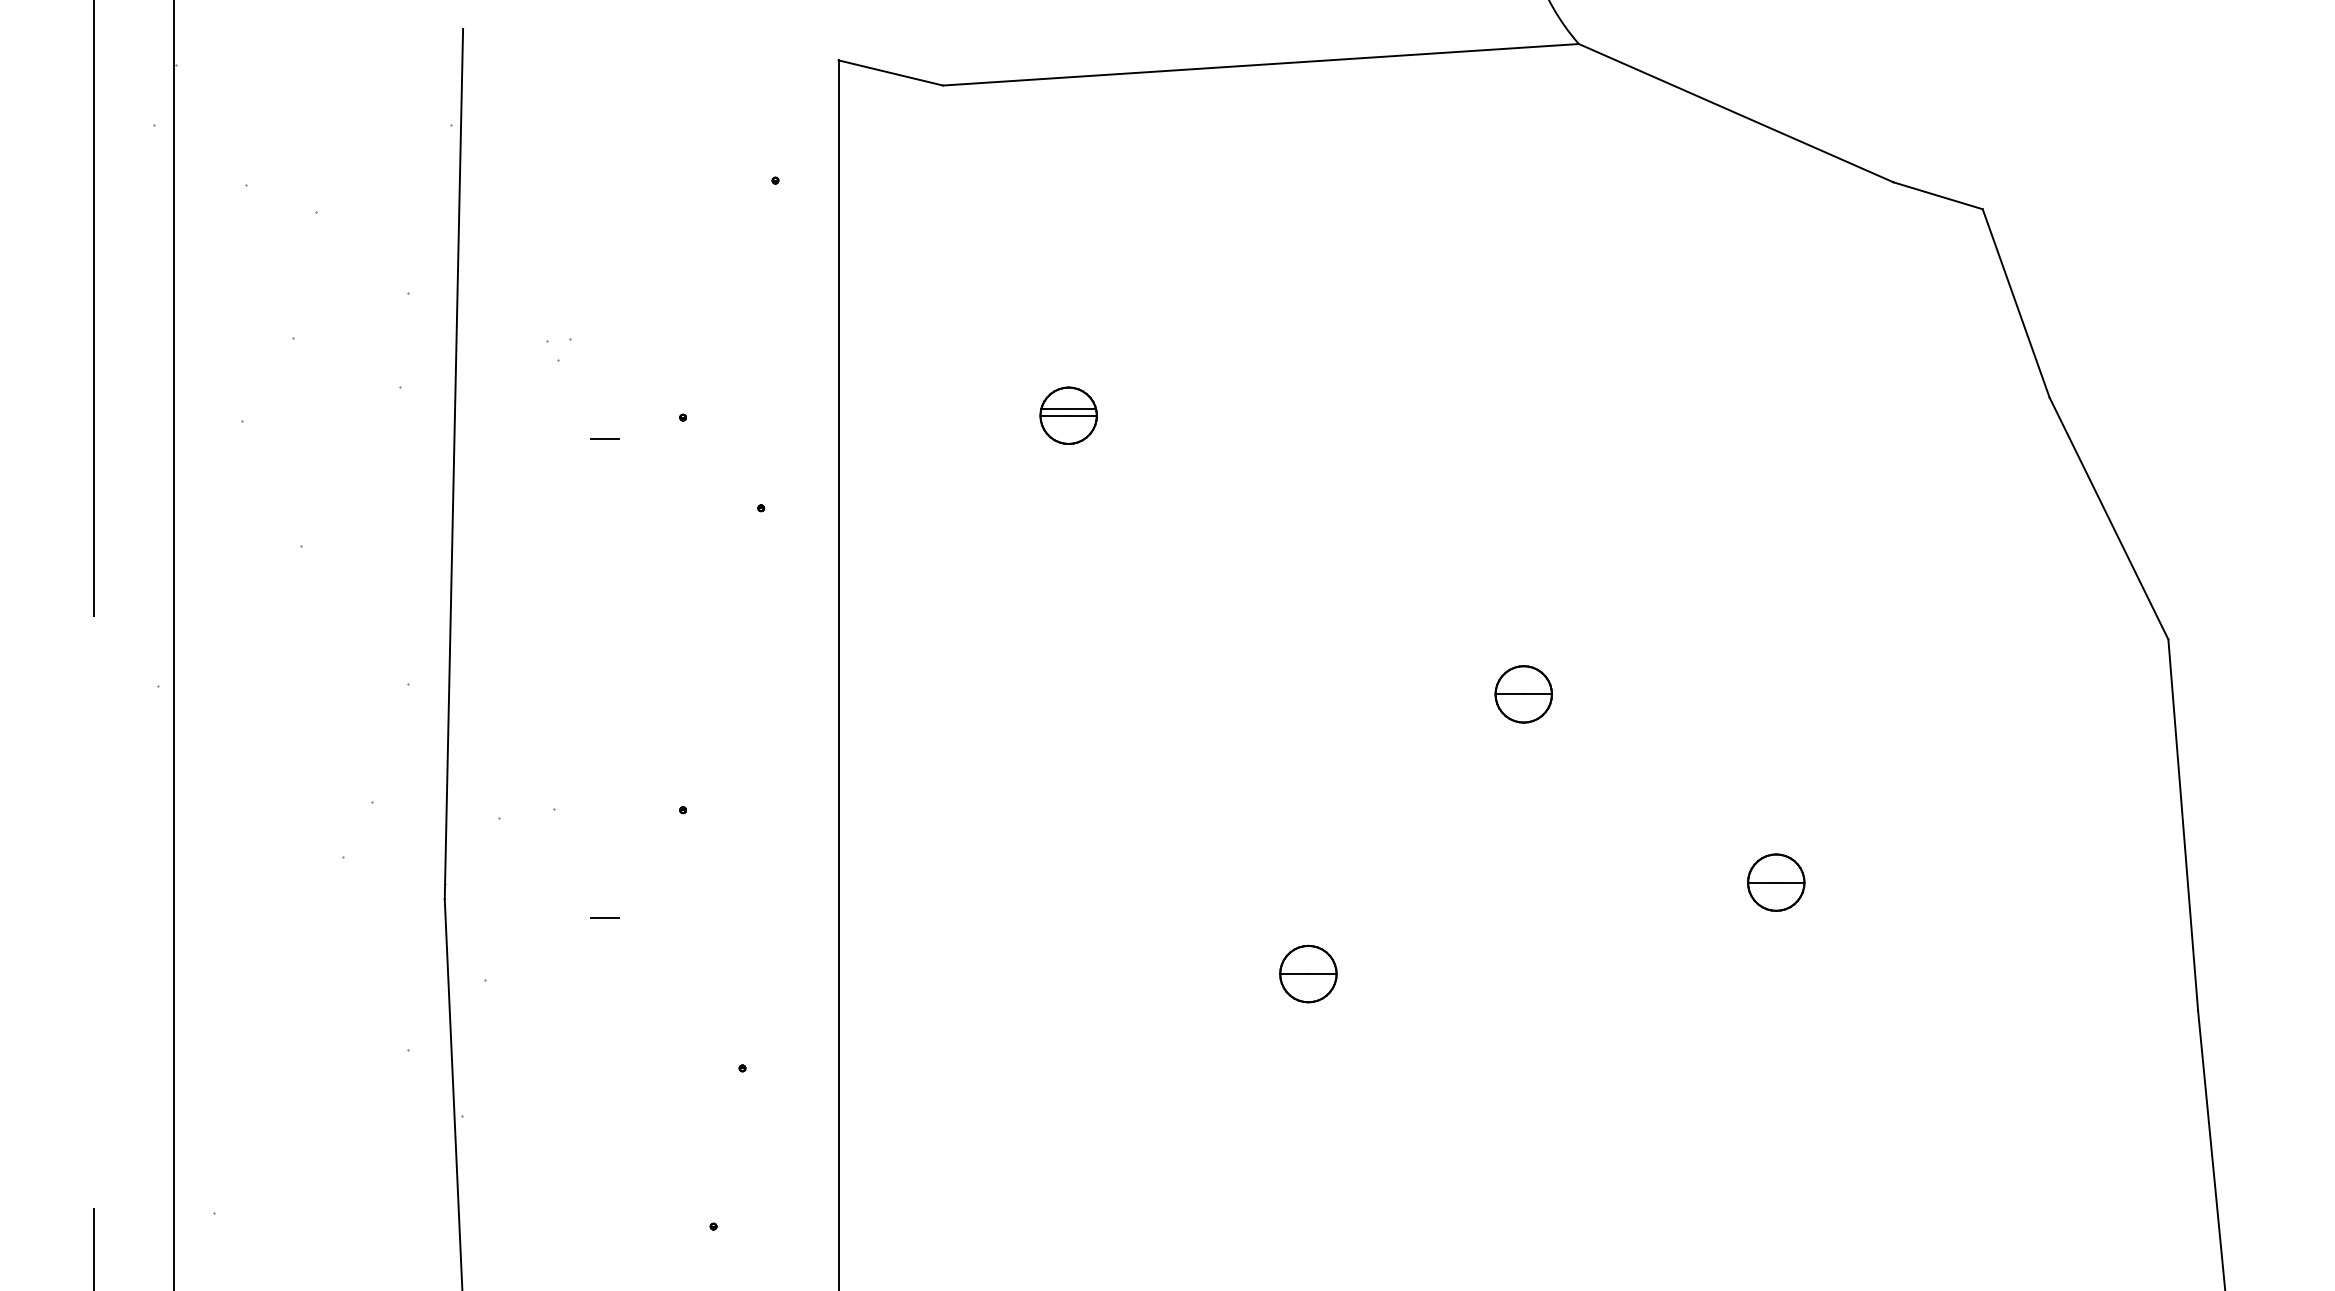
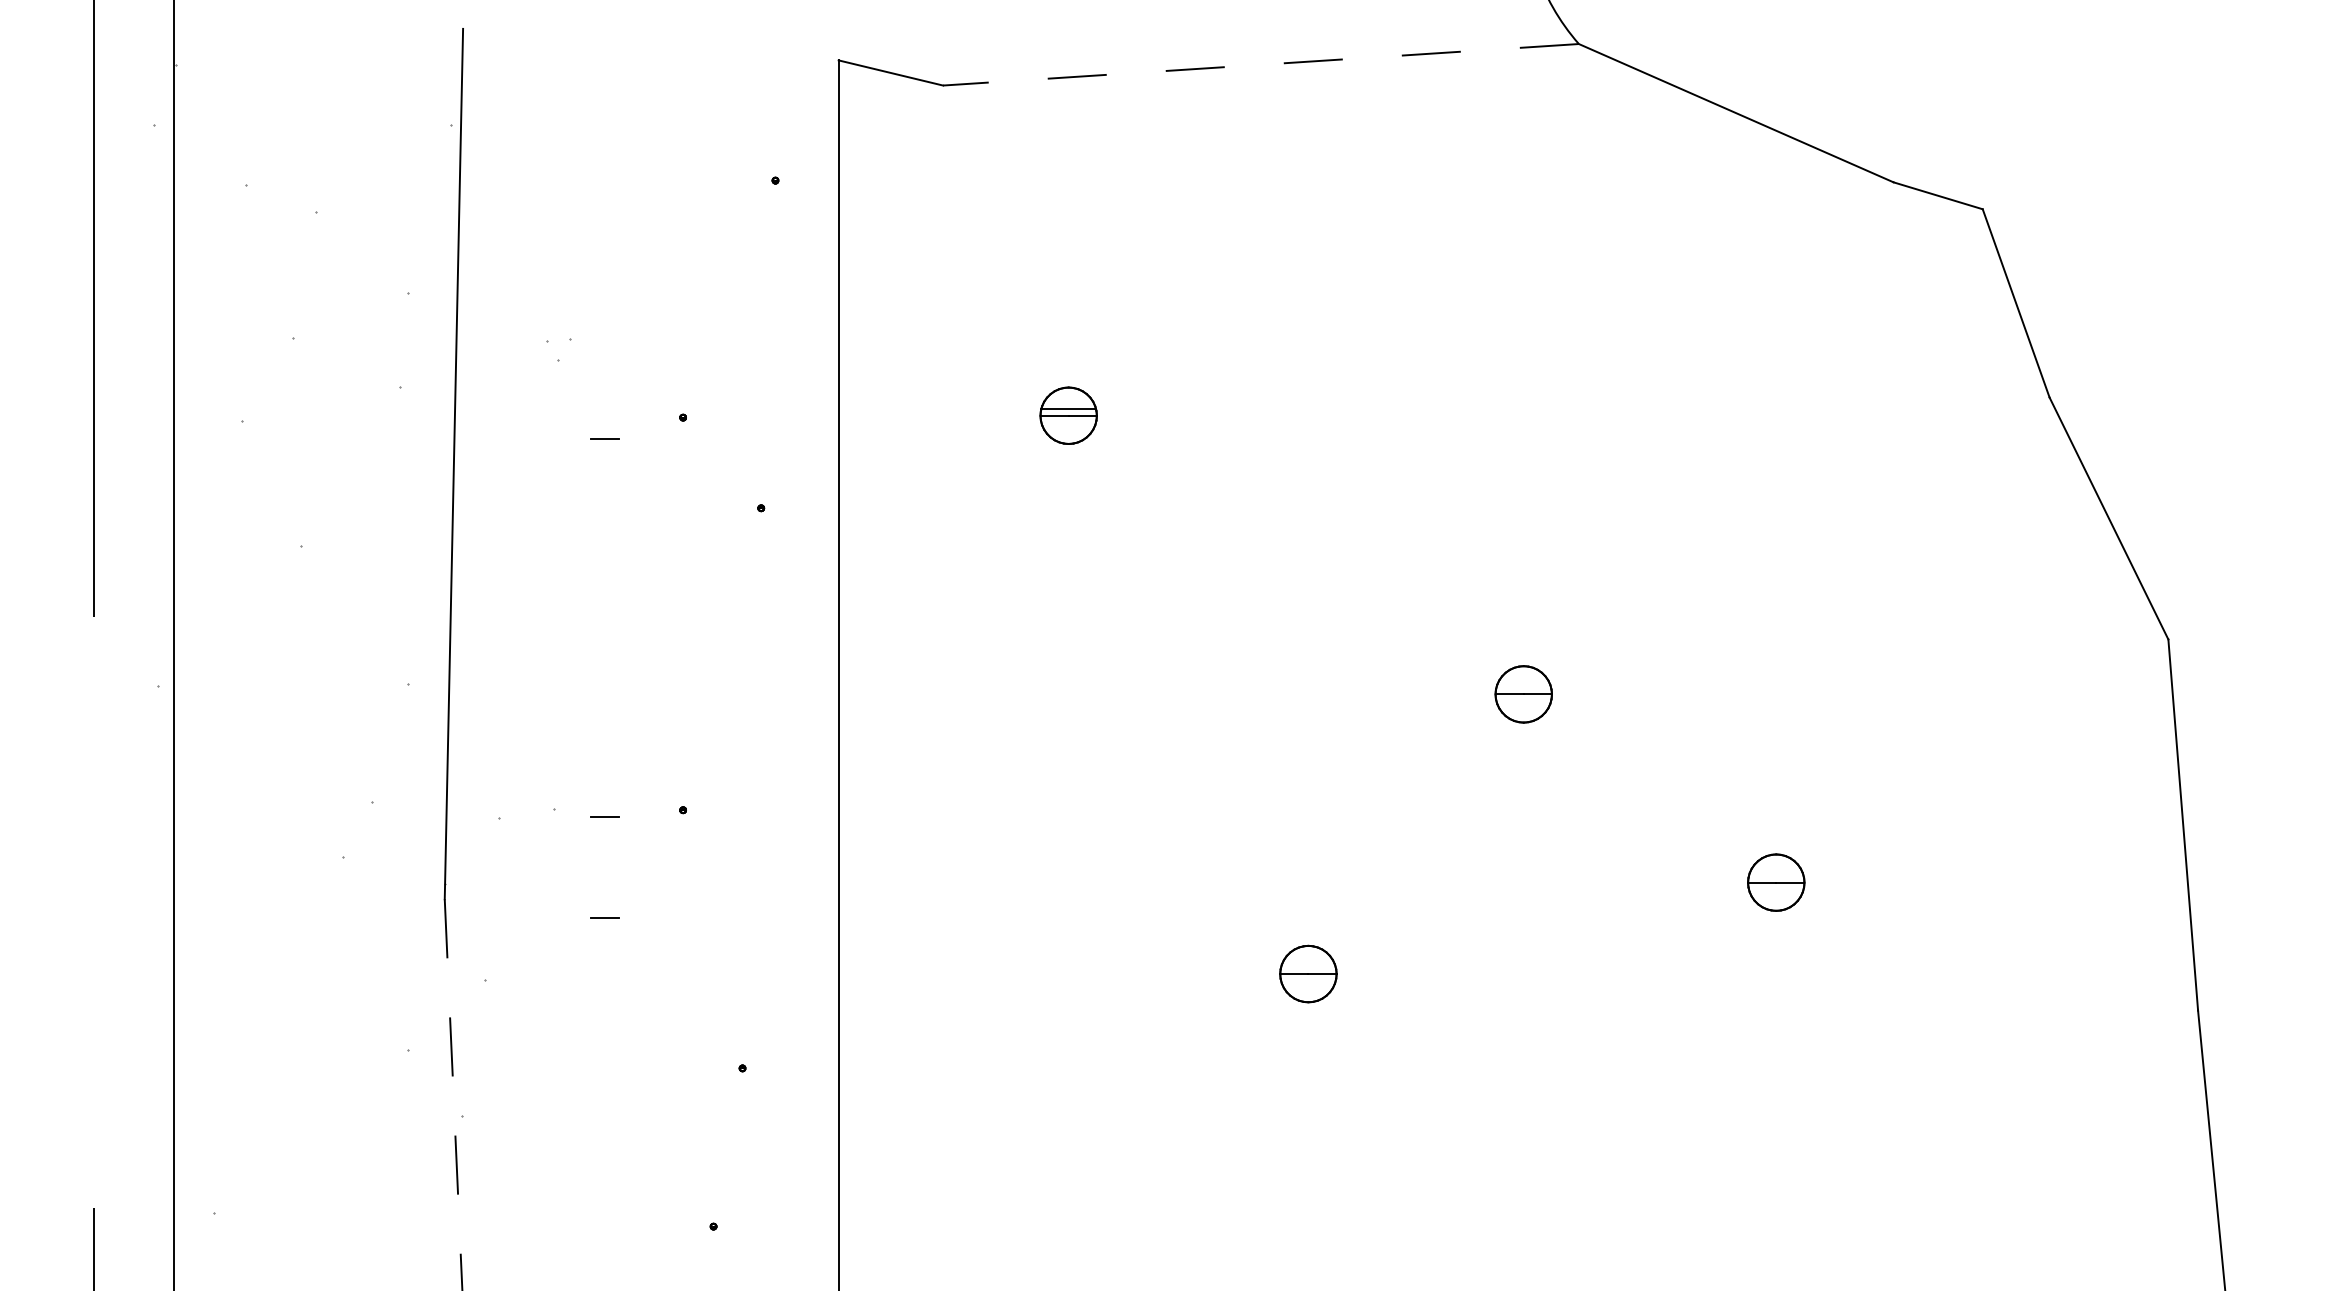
line at (1260, 64): solid -> dashed
line at (604, 816): none -> present
line at (453, 1094): solid -> dashed
